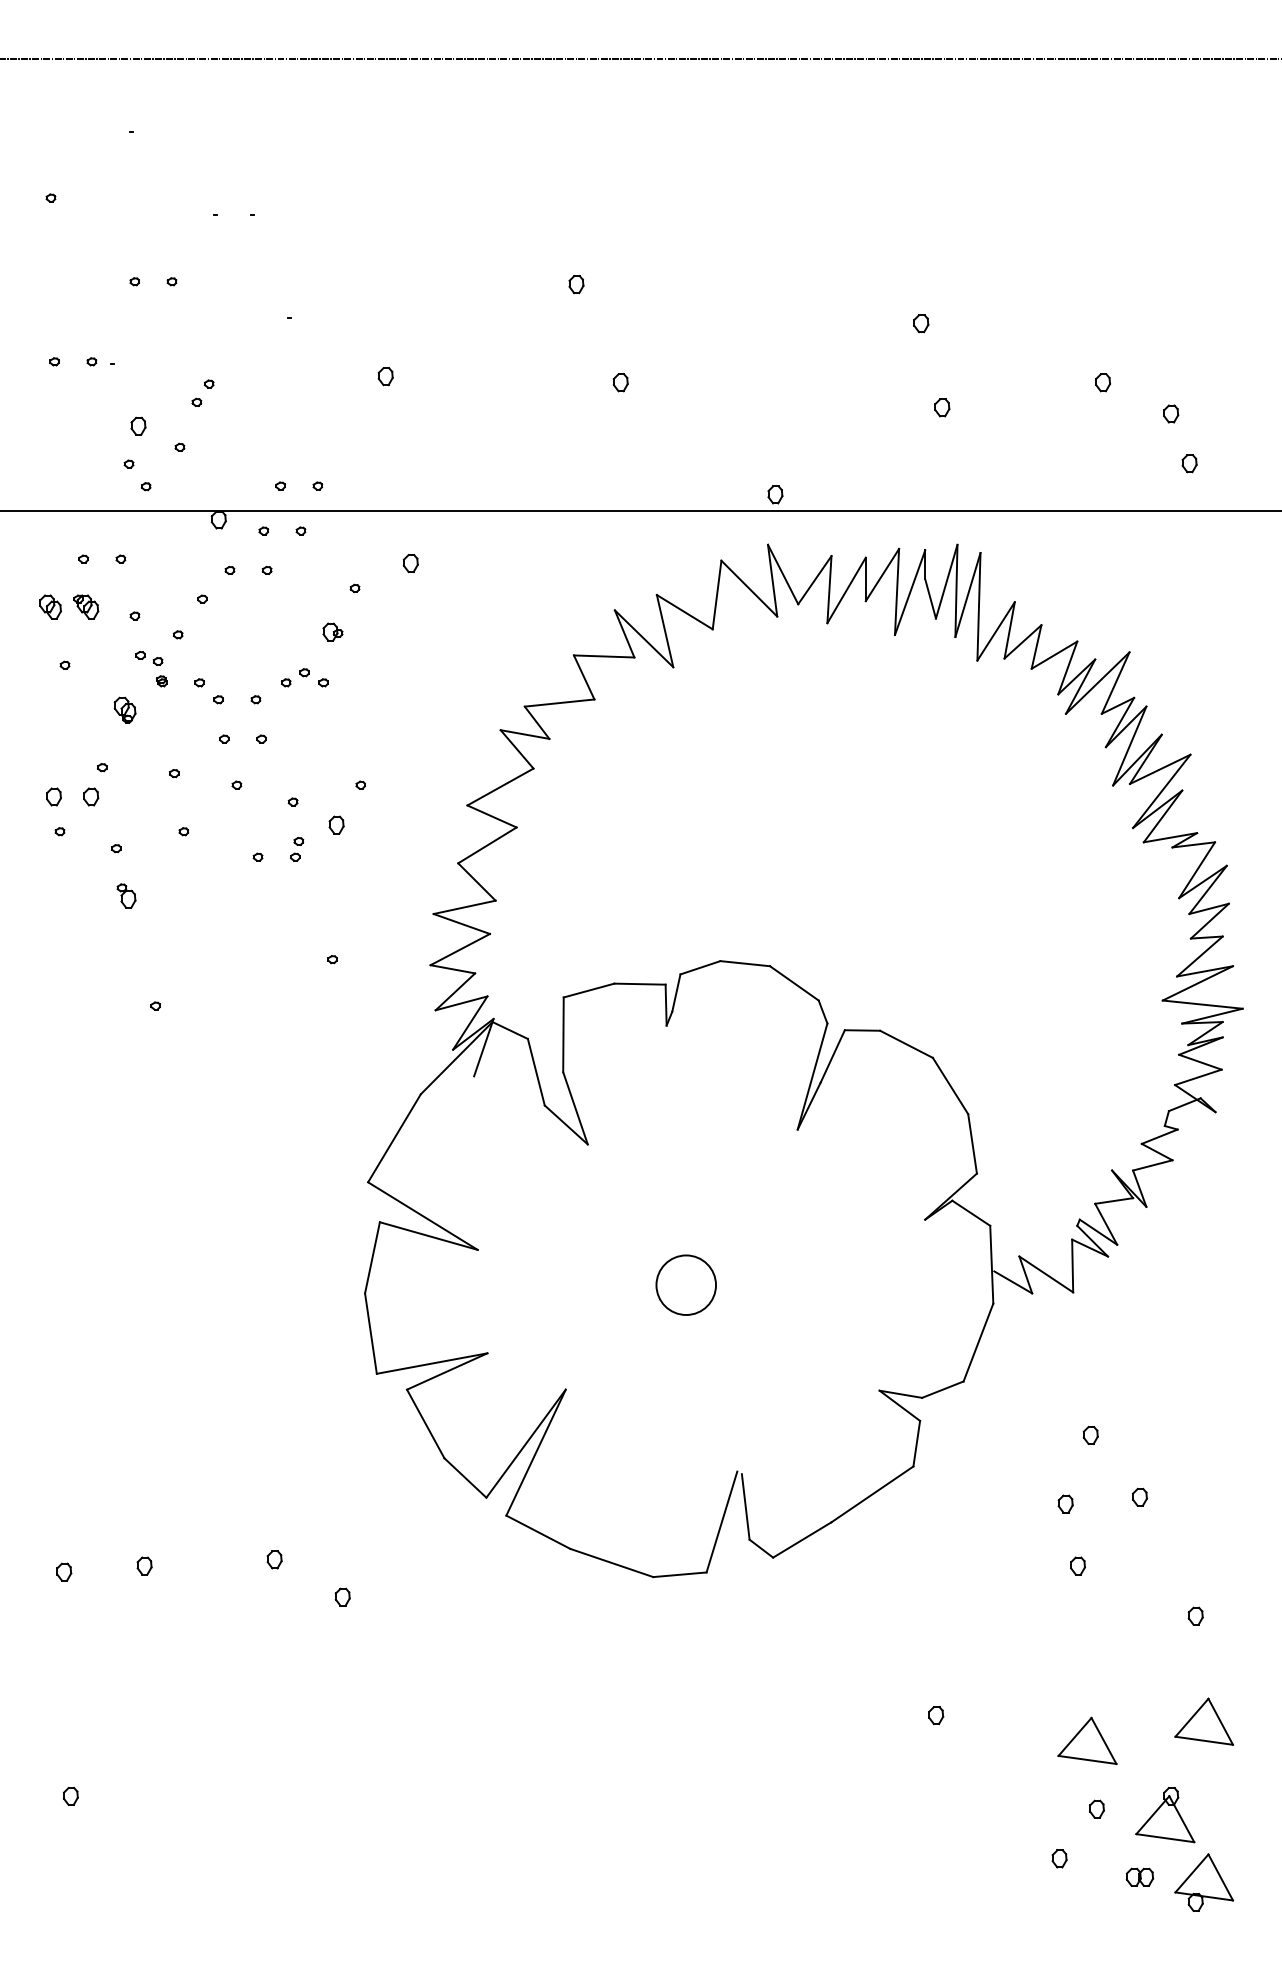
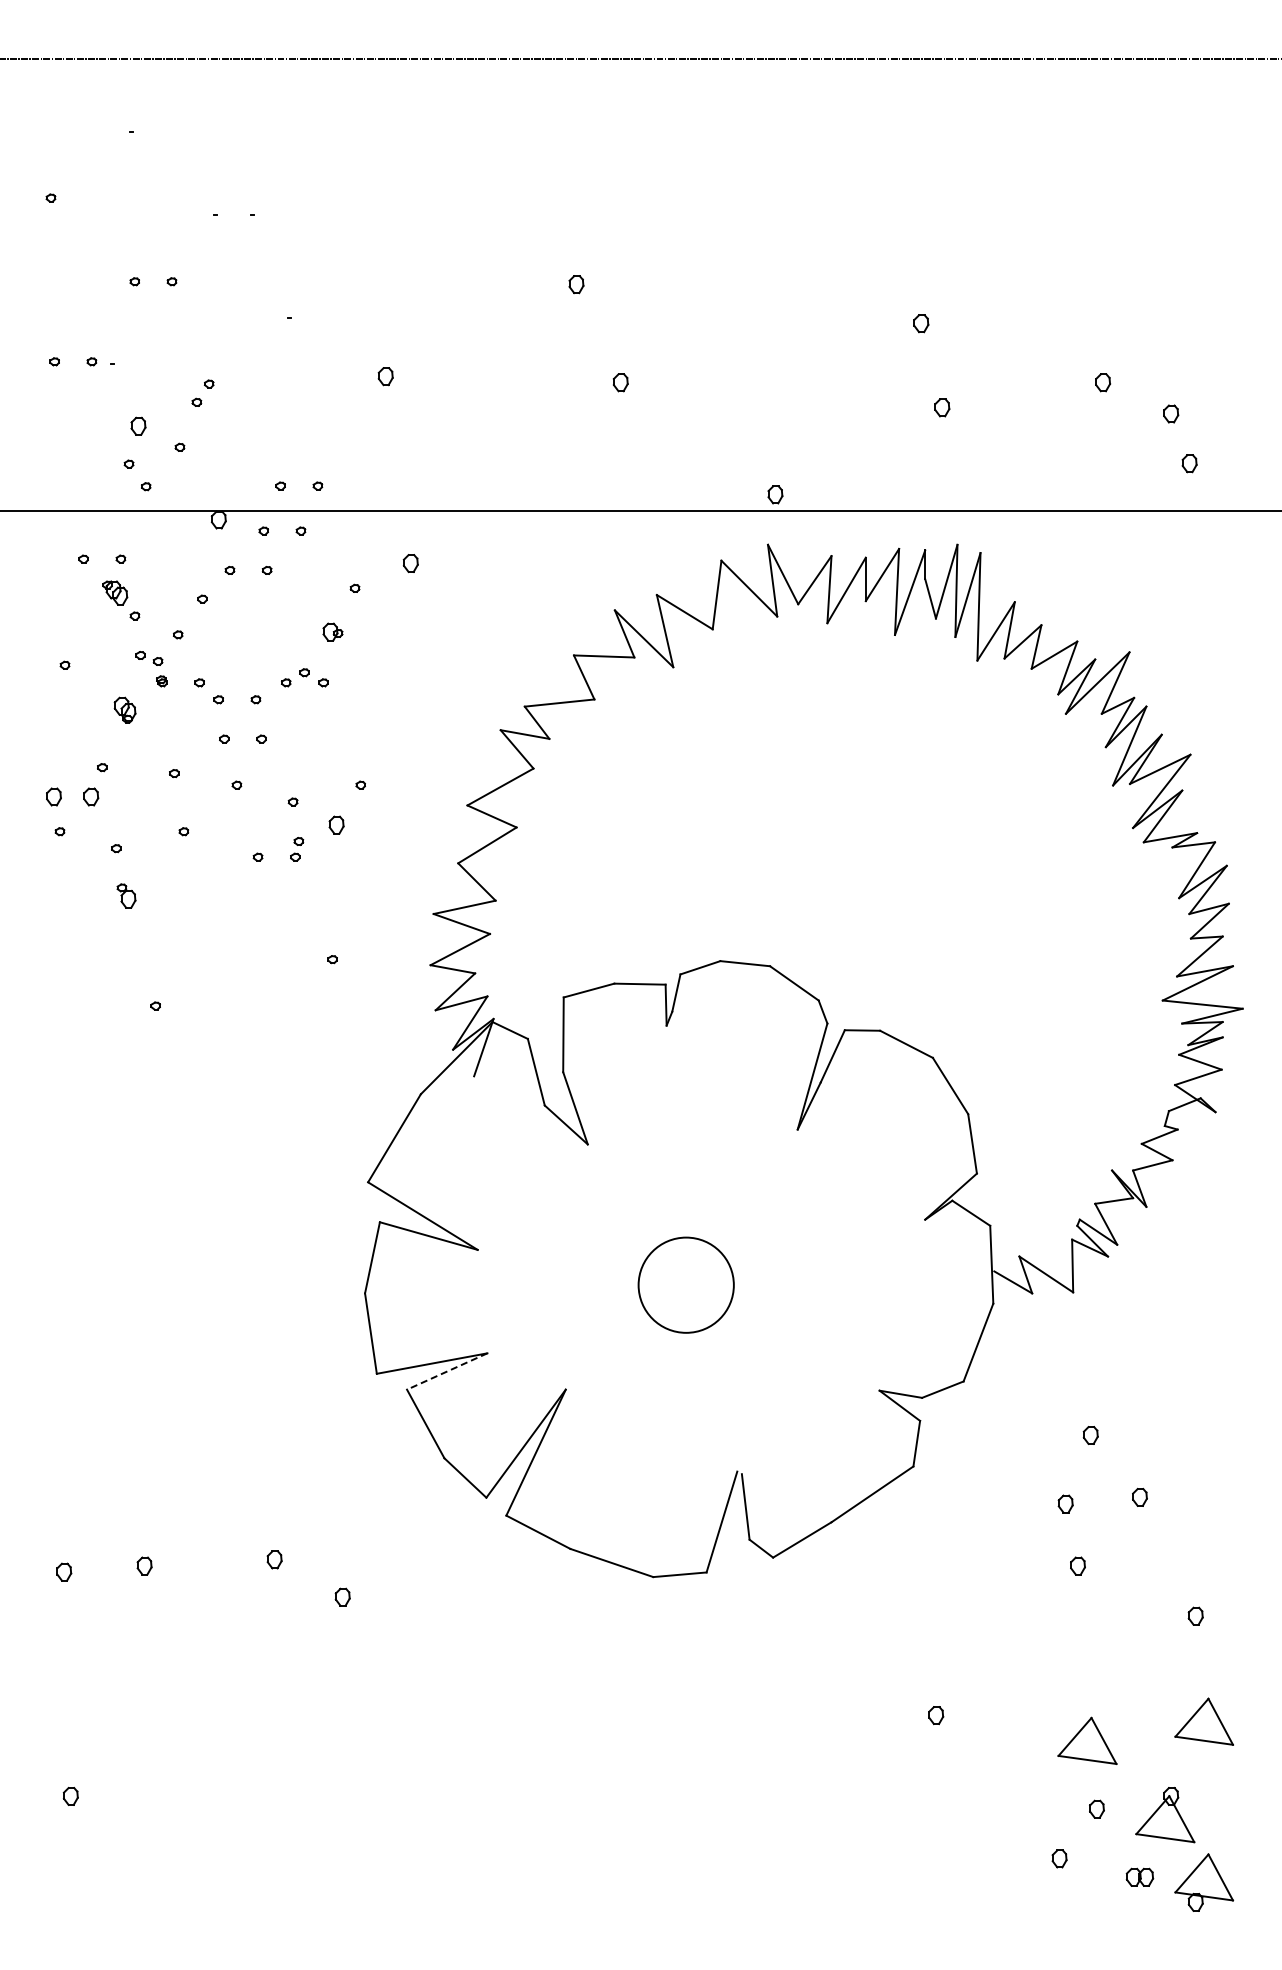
part at (50, 606): present -> none
part at (86, 606) position: (86, 606) -> (115, 592)
circle at (686, 1285) diameter: 60 px -> 95 px
line at (446, 1371): solid -> dashed
